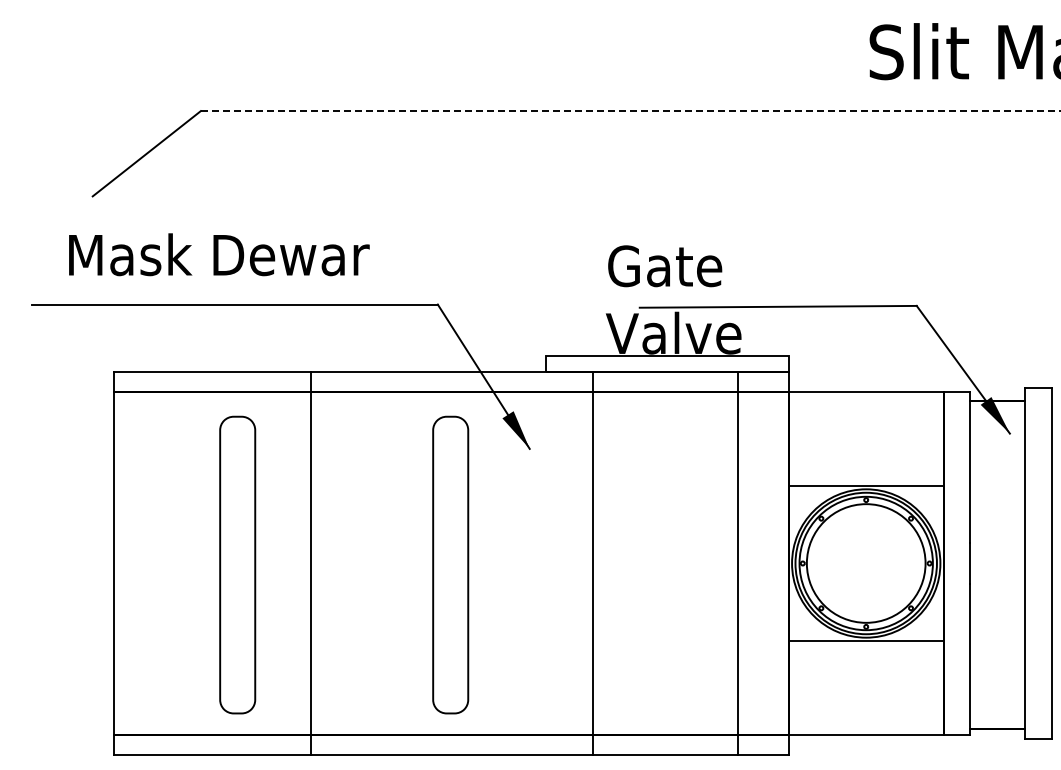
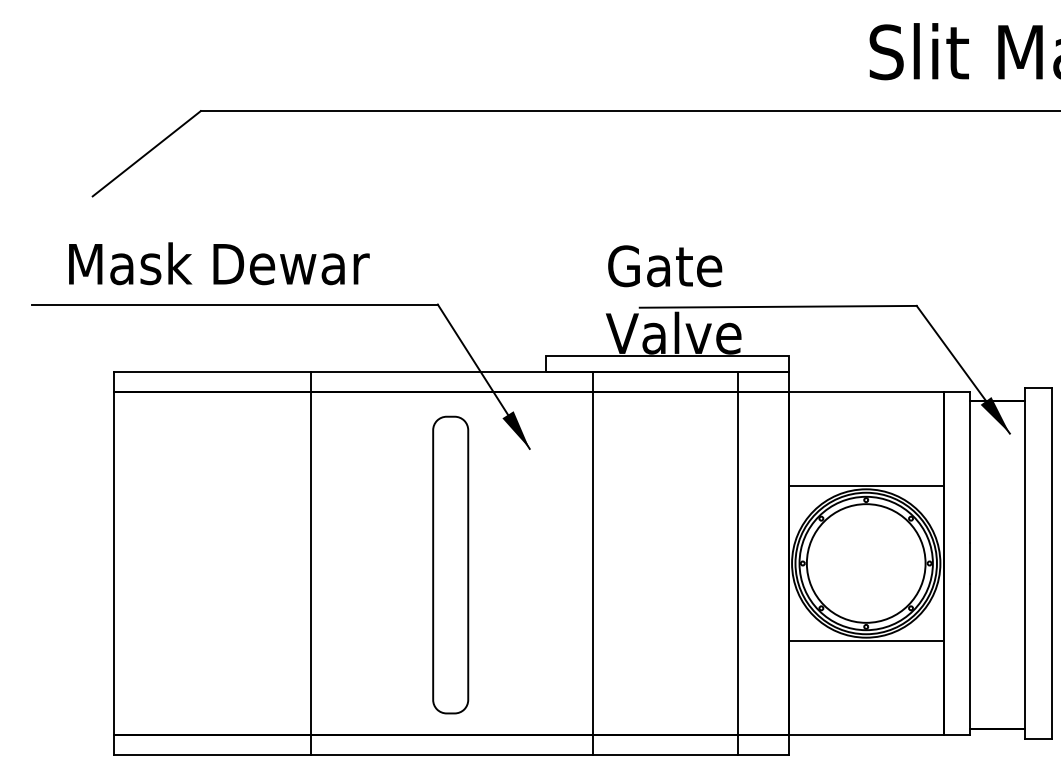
line at (630, 111): dashed -> solid
text at (219, 254) position: (219, 254) -> (219, 263)
part at (237, 564): present -> none
